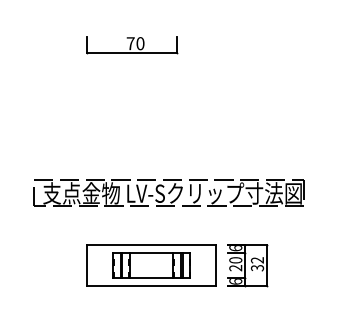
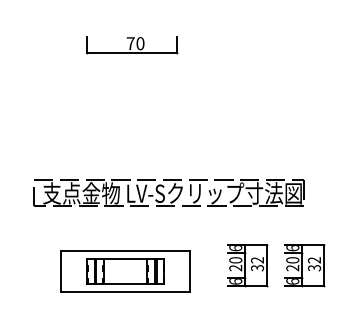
part at (151, 265) position: (151, 265) -> (125, 271)
part at (304, 265): none -> present
